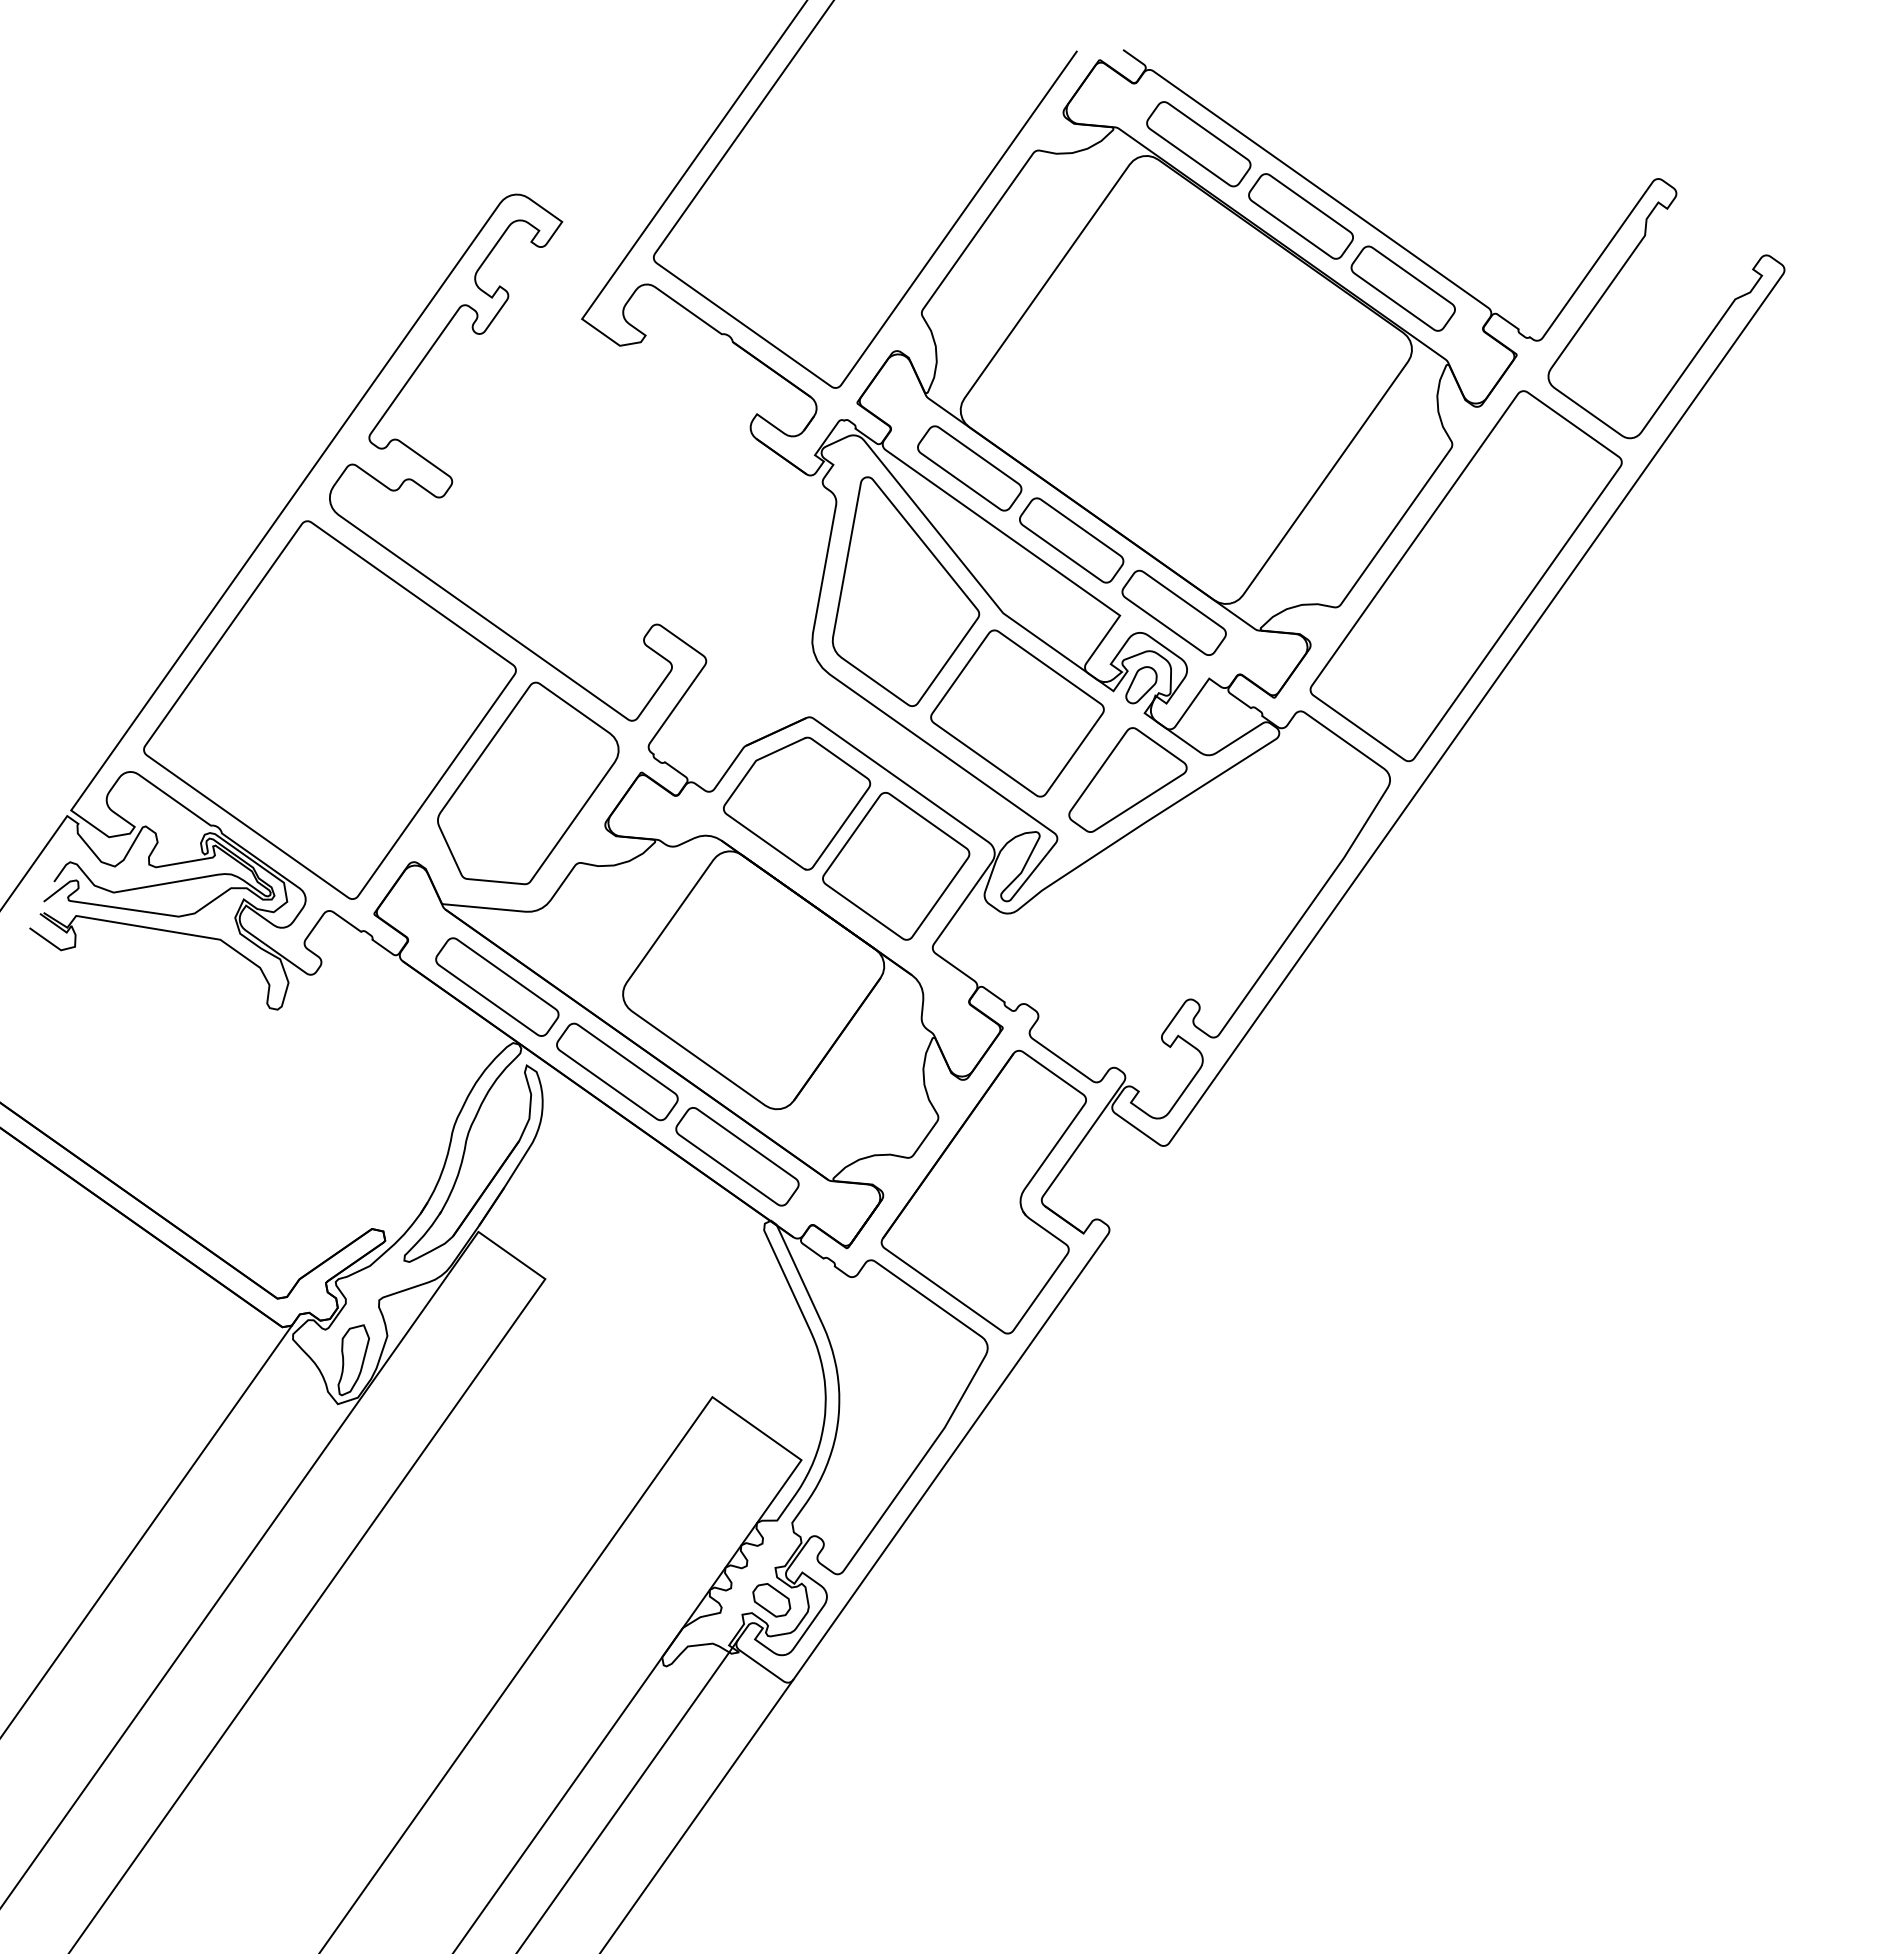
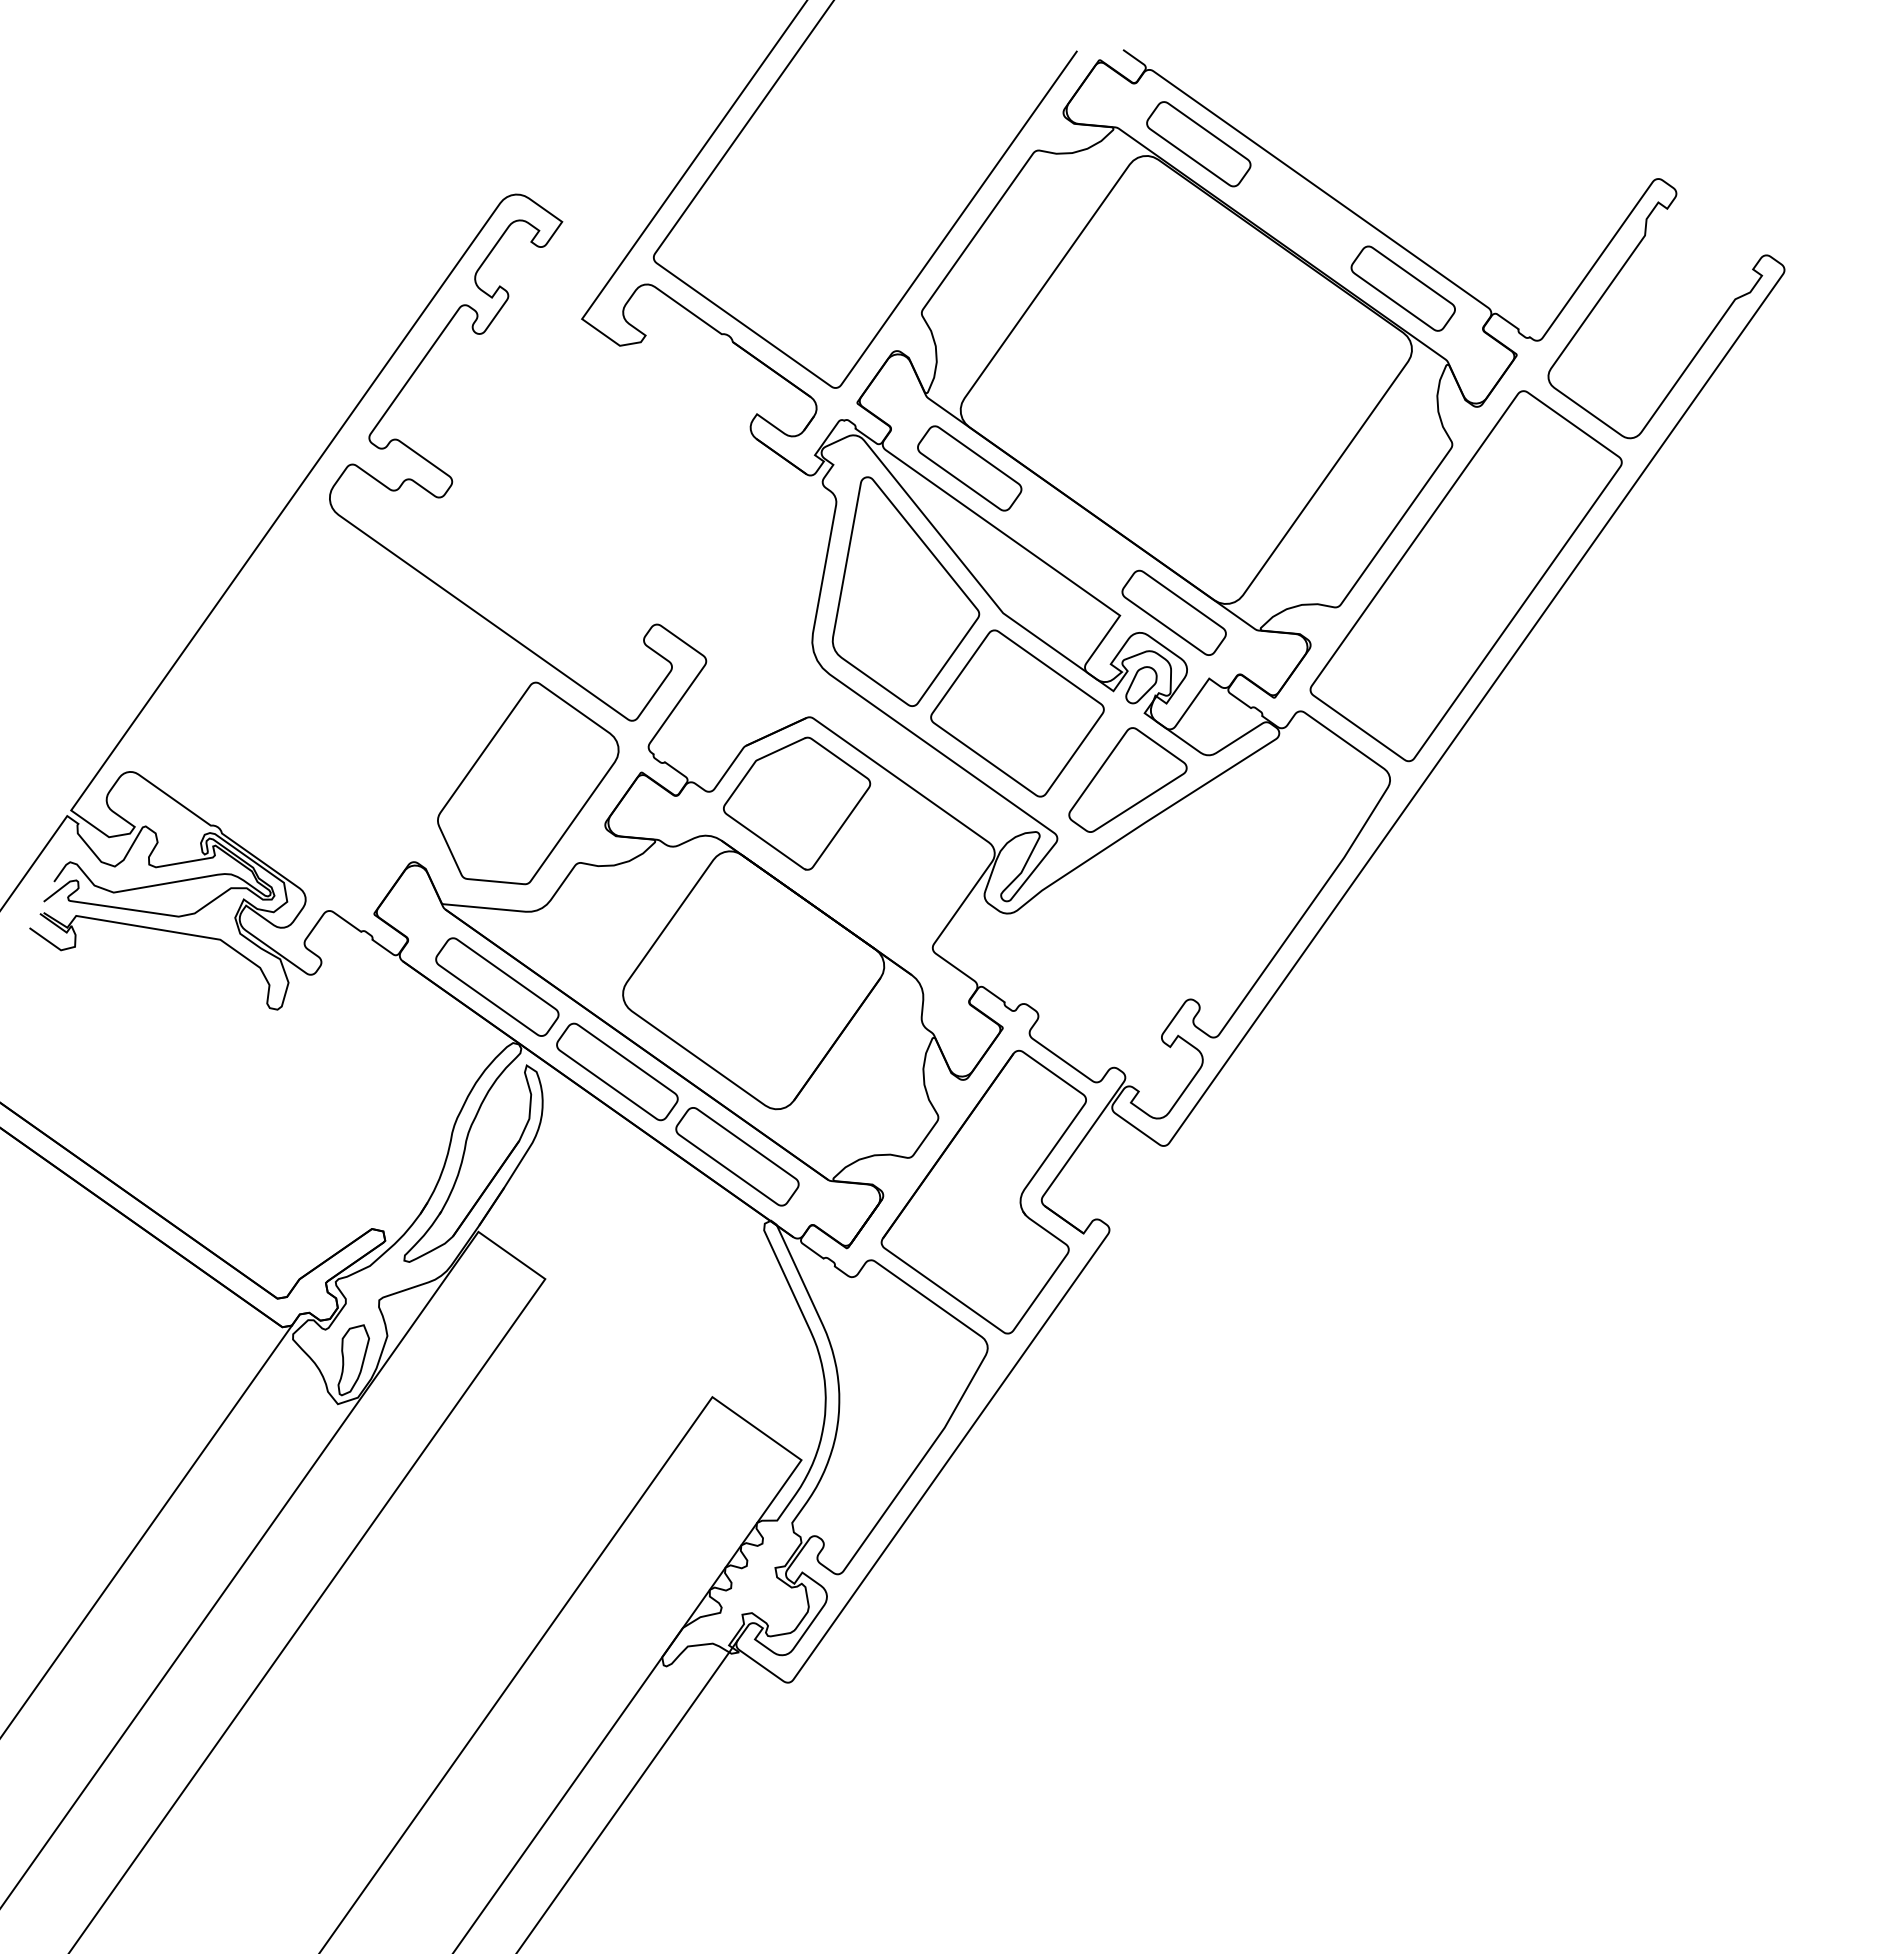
part at (1300, 216): present -> none
part at (1071, 540): present -> none
part at (329, 709): present -> none
part at (896, 865): present -> none
part at (771, 1600): present -> none
line at (697, 1814): present -> none
